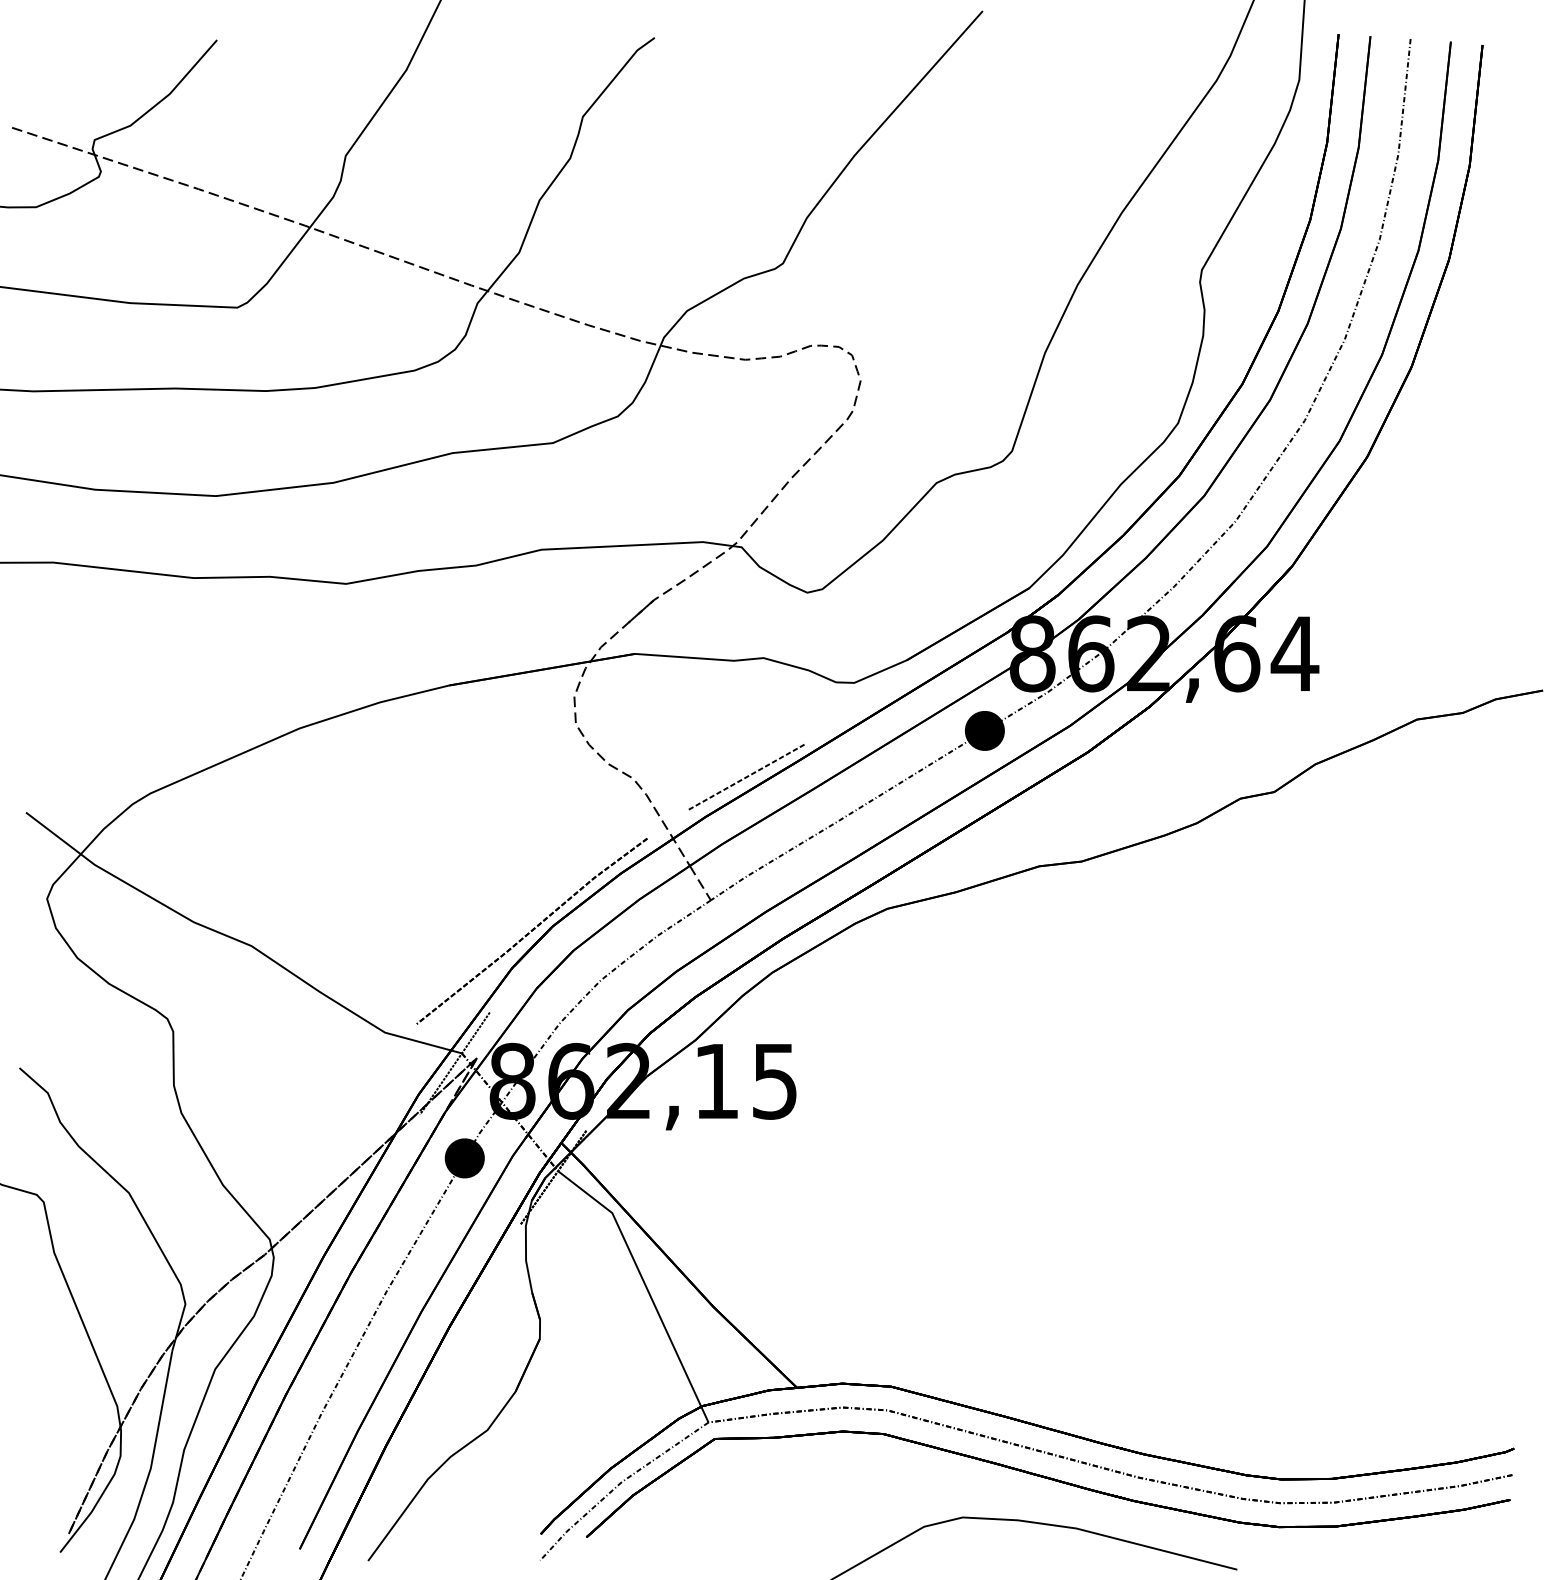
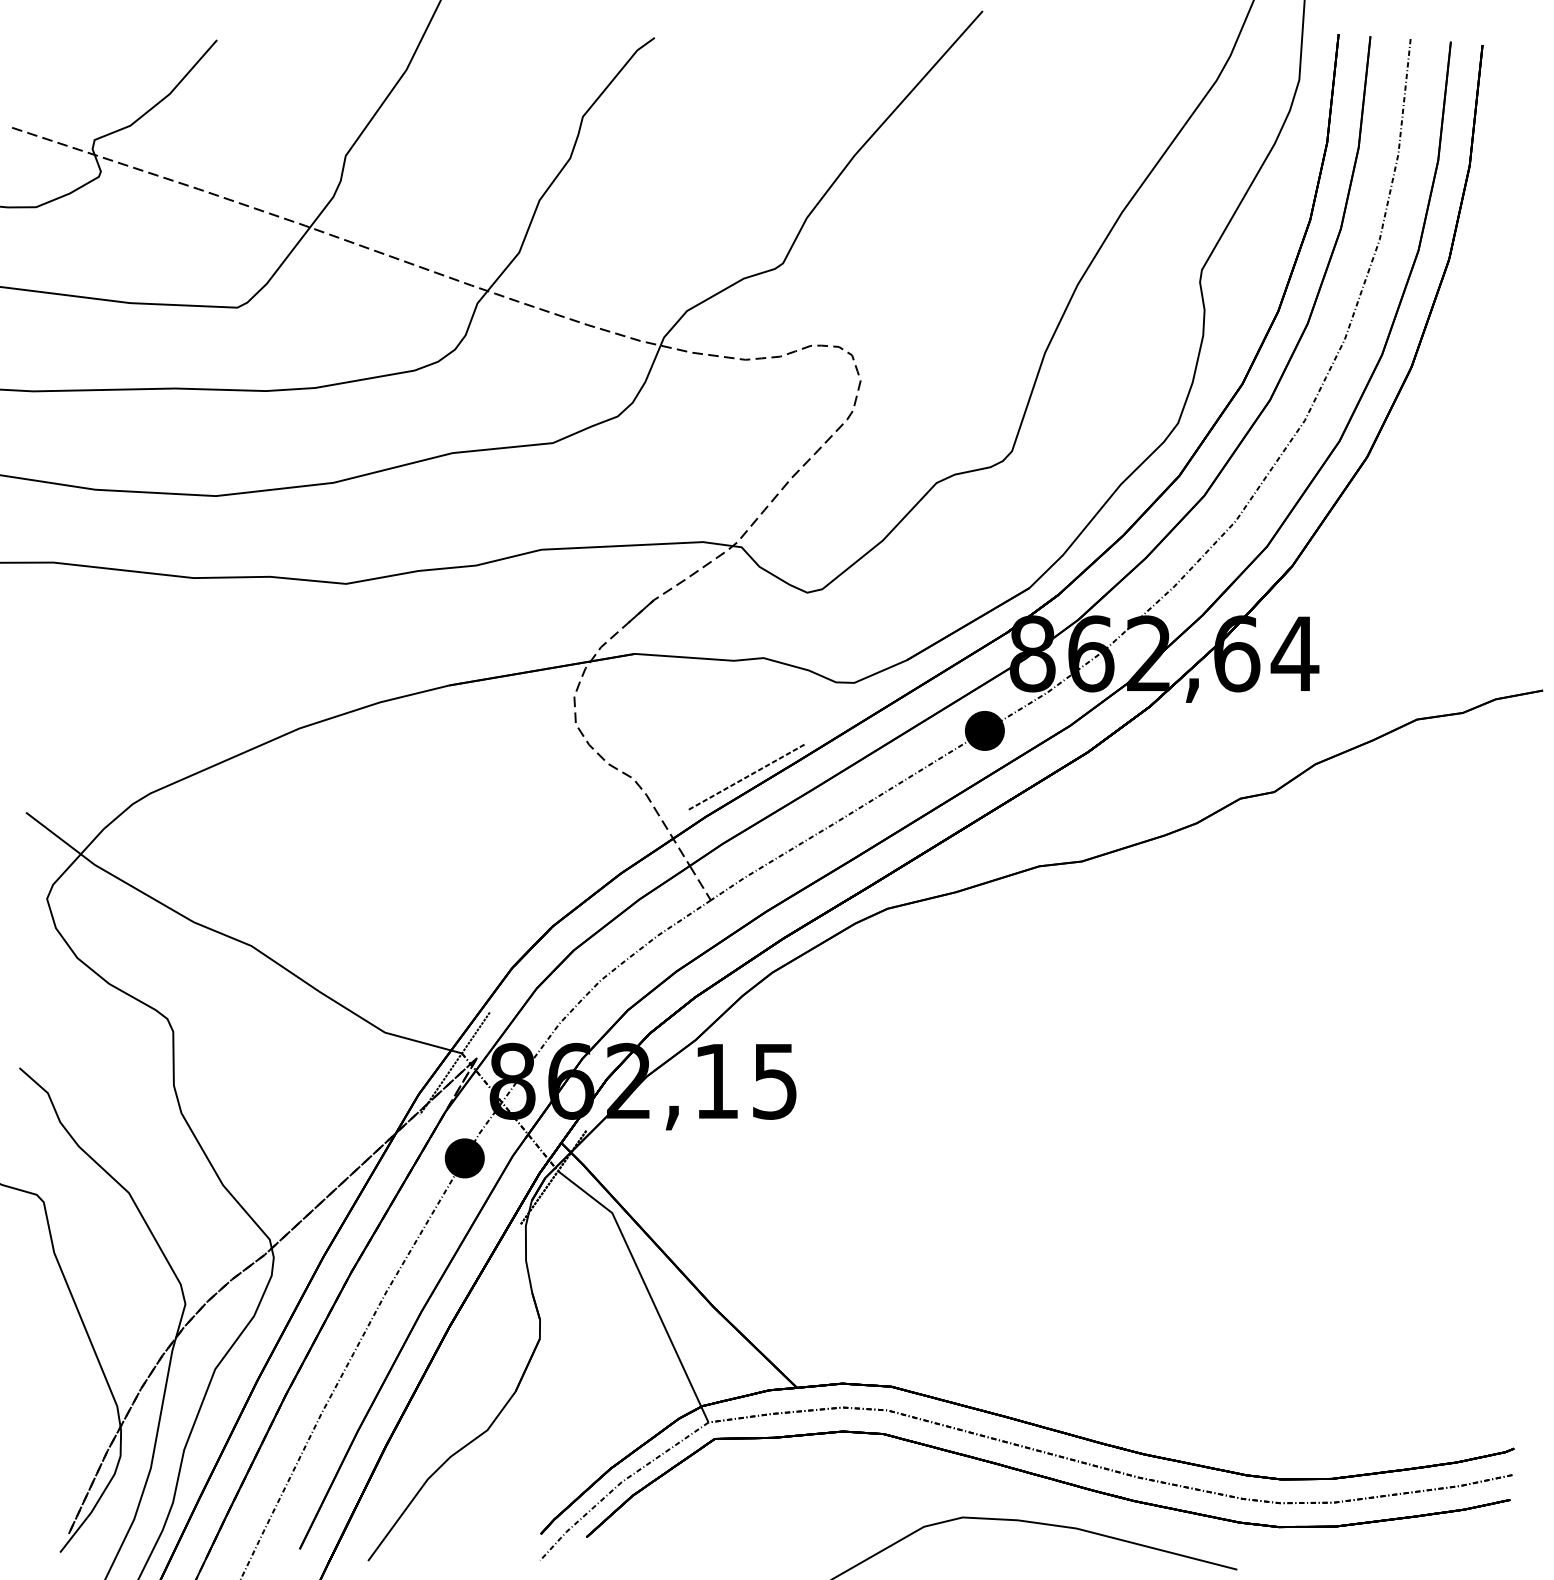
part at (531, 931): present -> none
